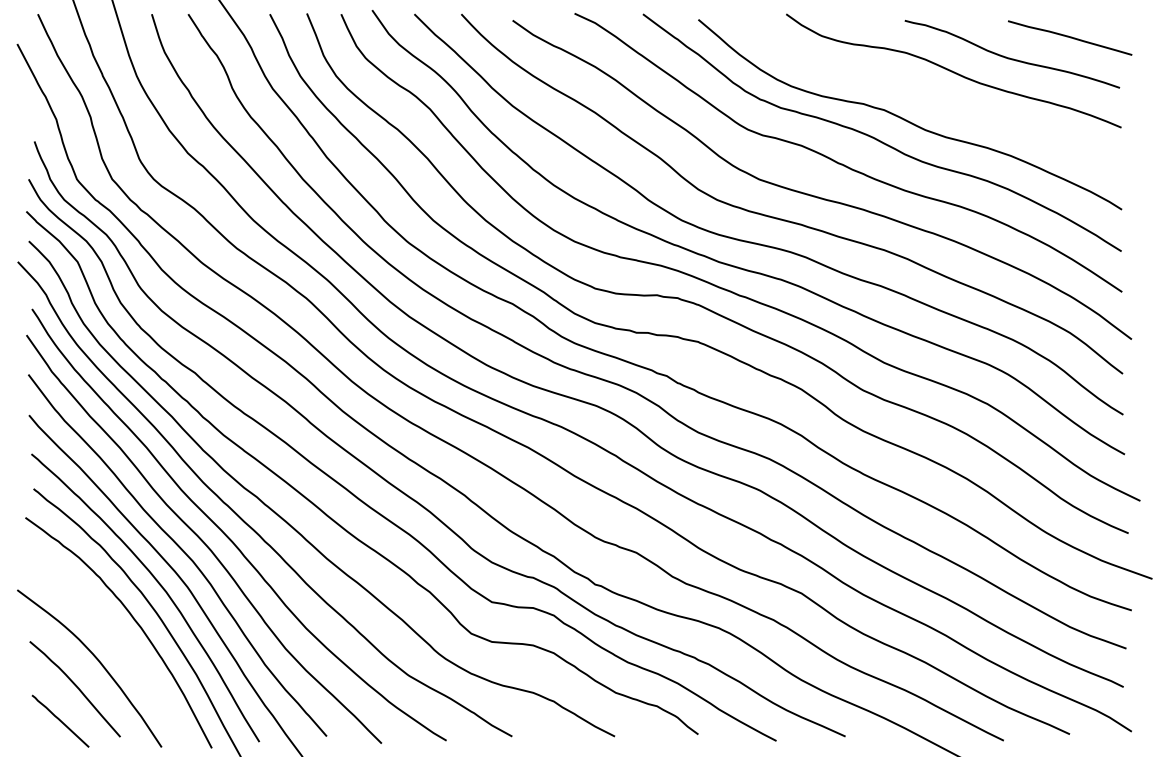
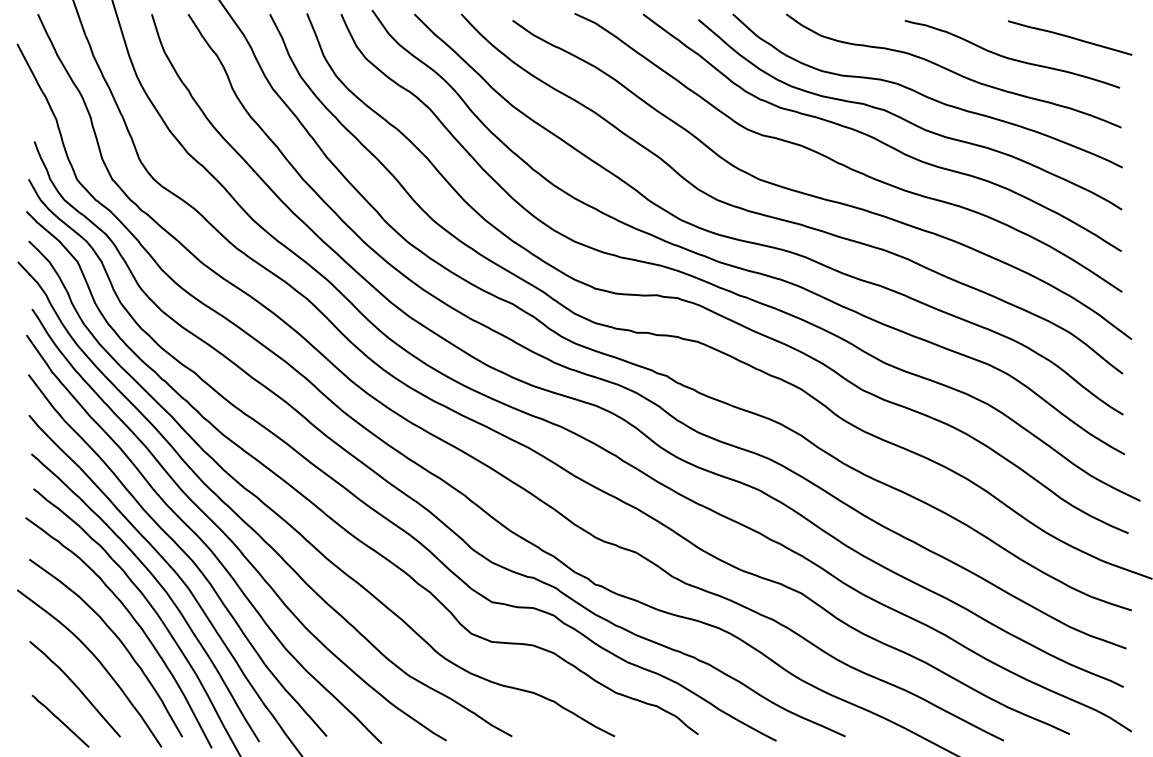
curve at (924, 94): none -> present
curve at (116, 637): none -> present
